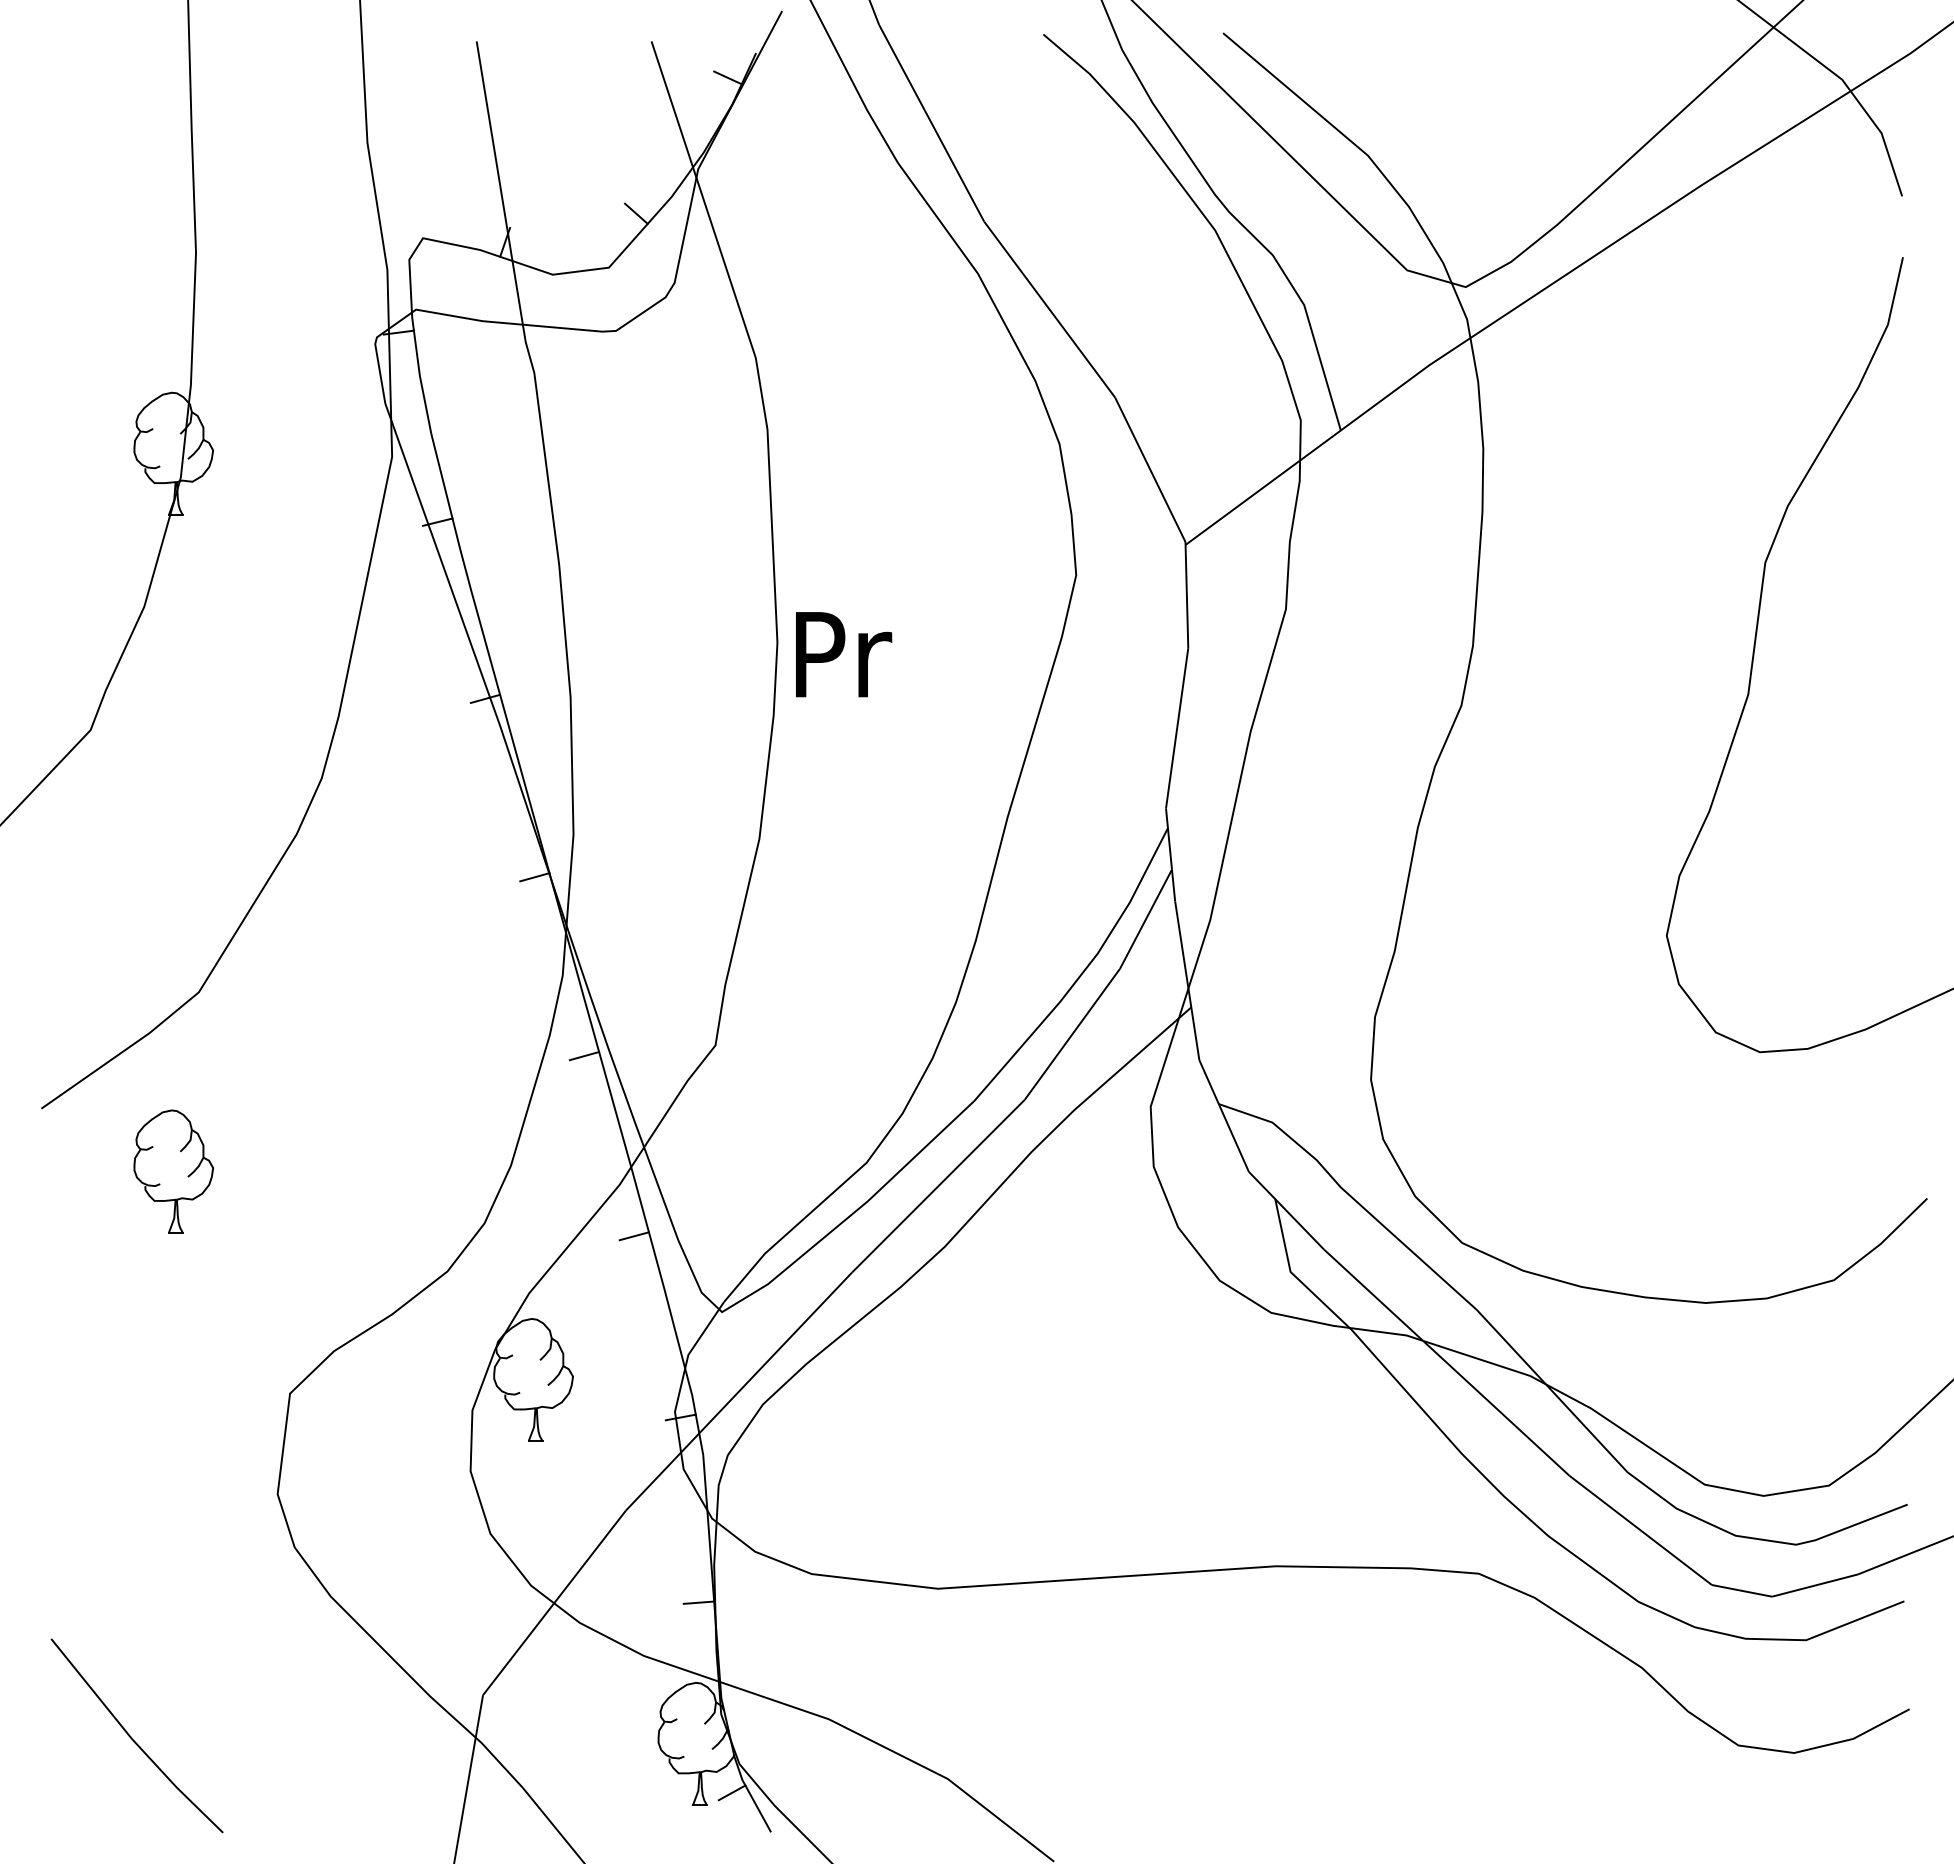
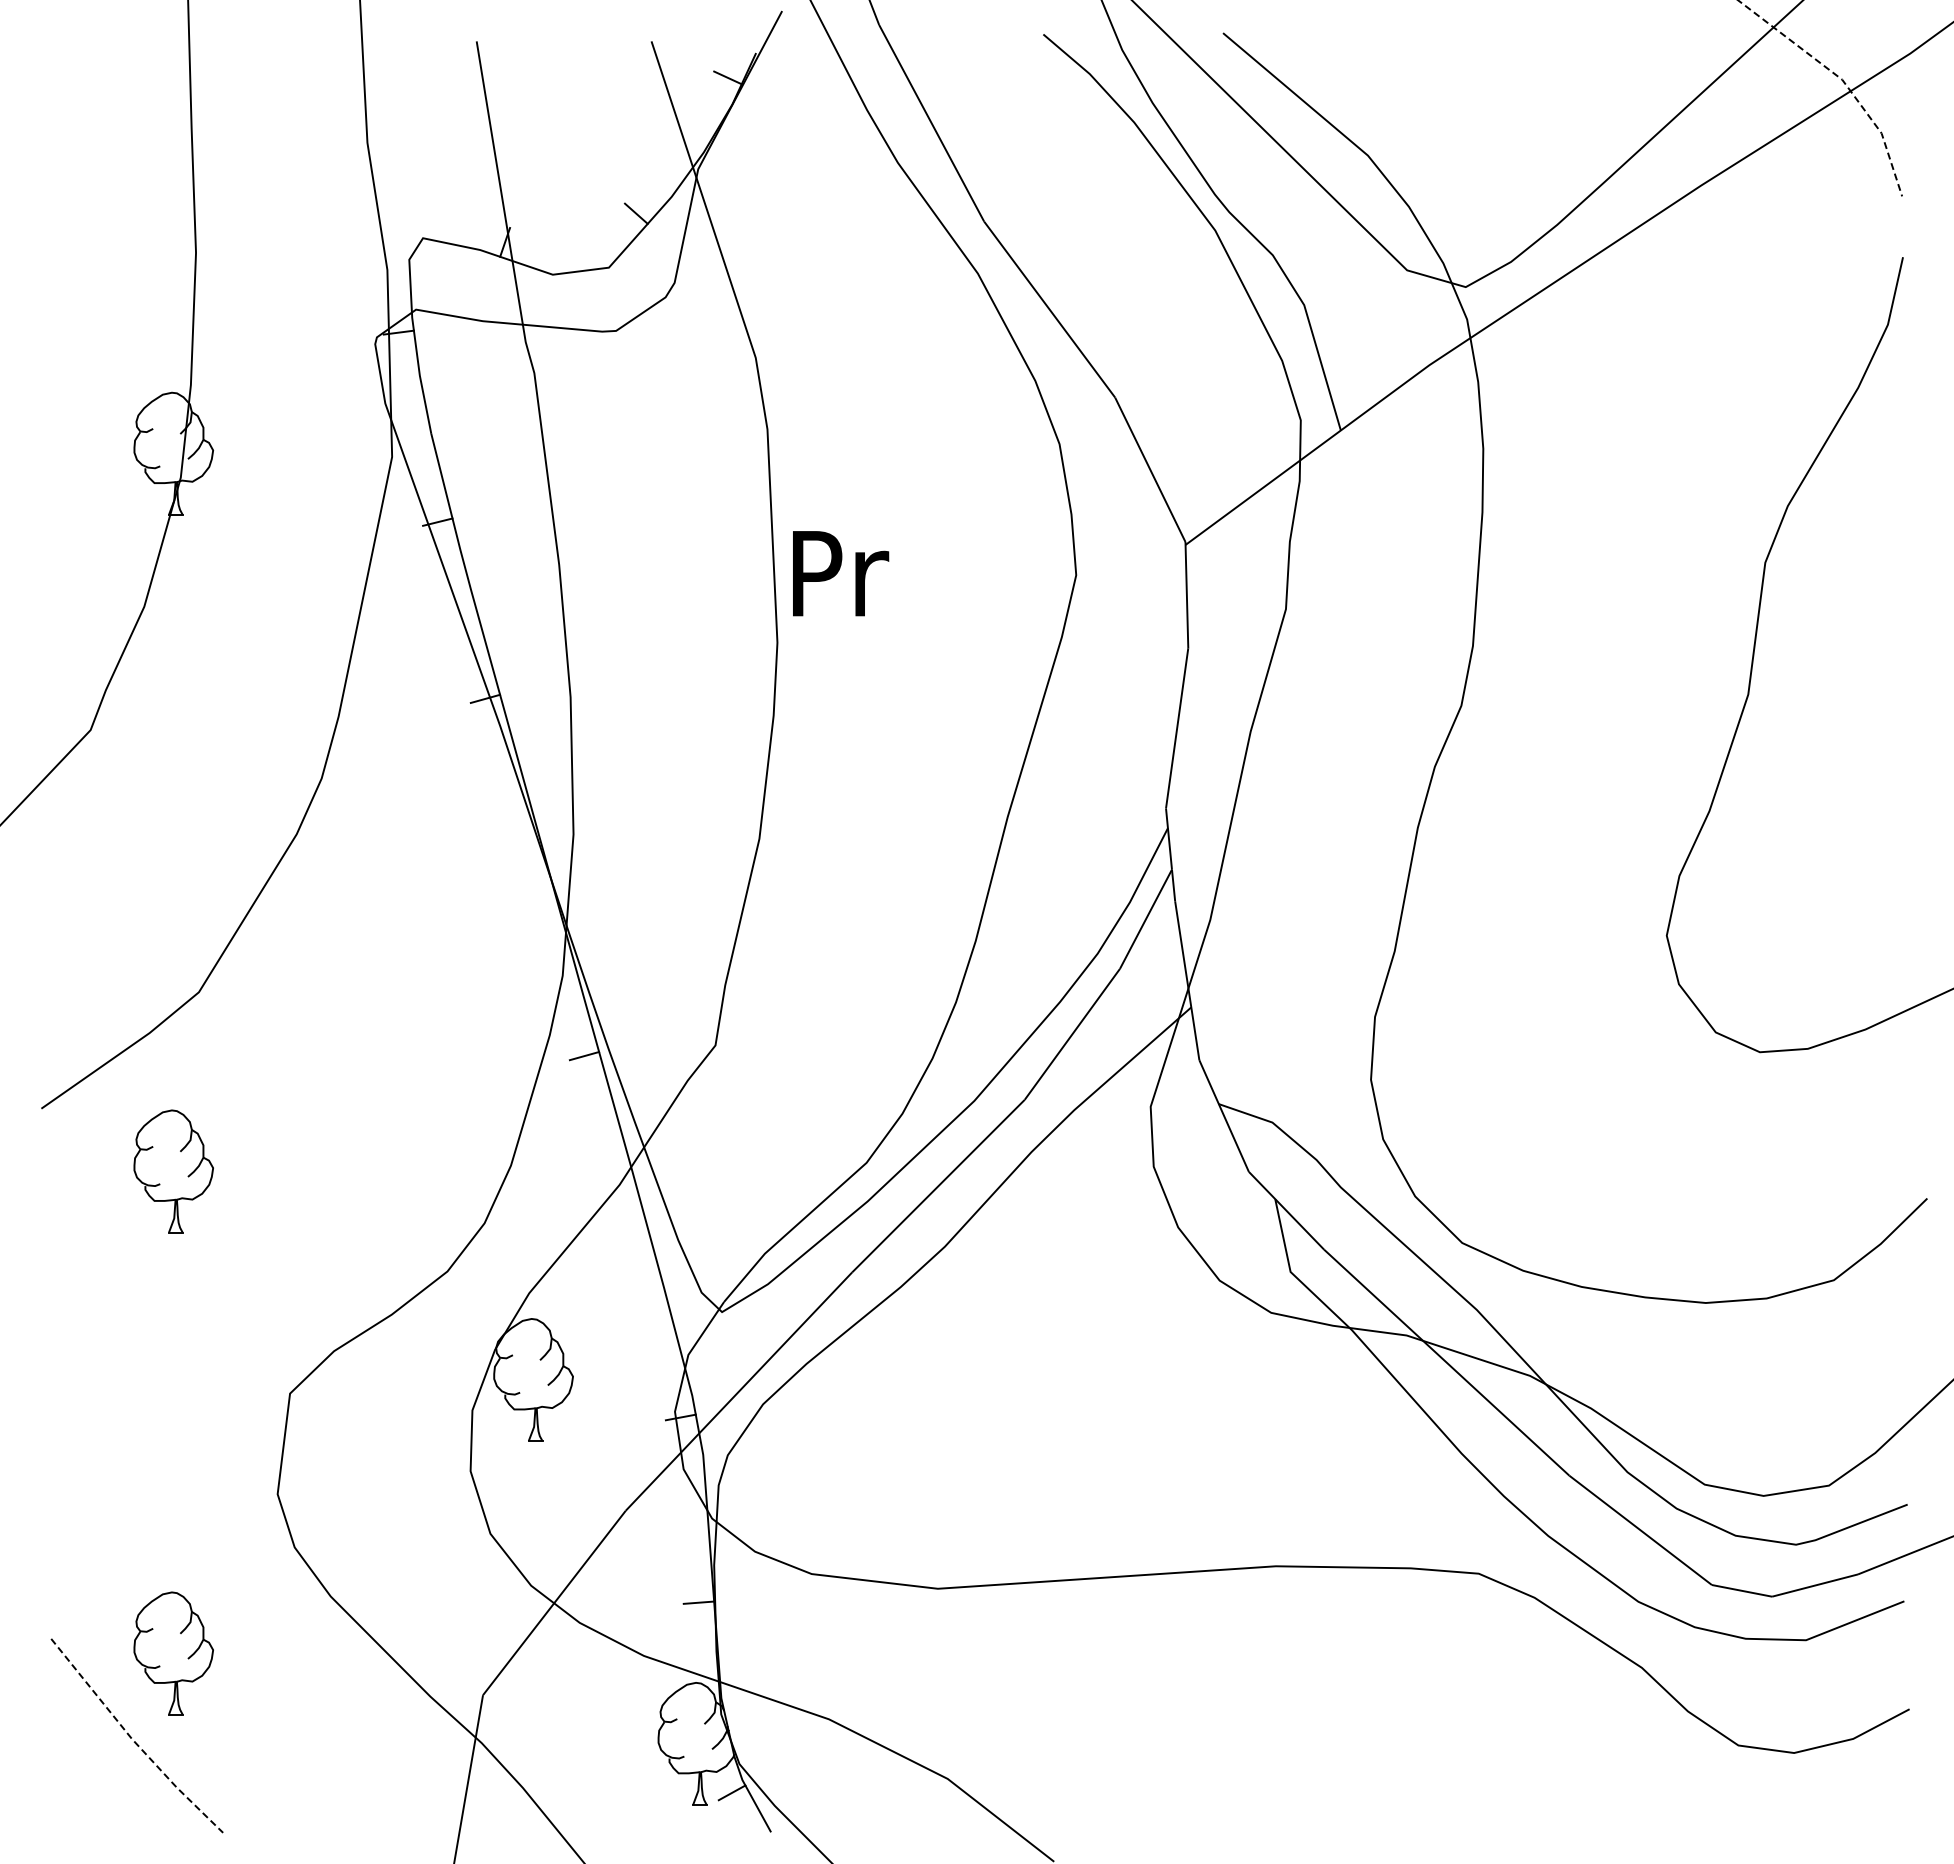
line at (1842, 80): solid -> dashed
text at (844, 654) position: (844, 654) -> (841, 573)
line at (534, 877): present -> none
line at (633, 1236): present -> none
part at (173, 1653): none -> present
line at (133, 1740): solid -> dashed
